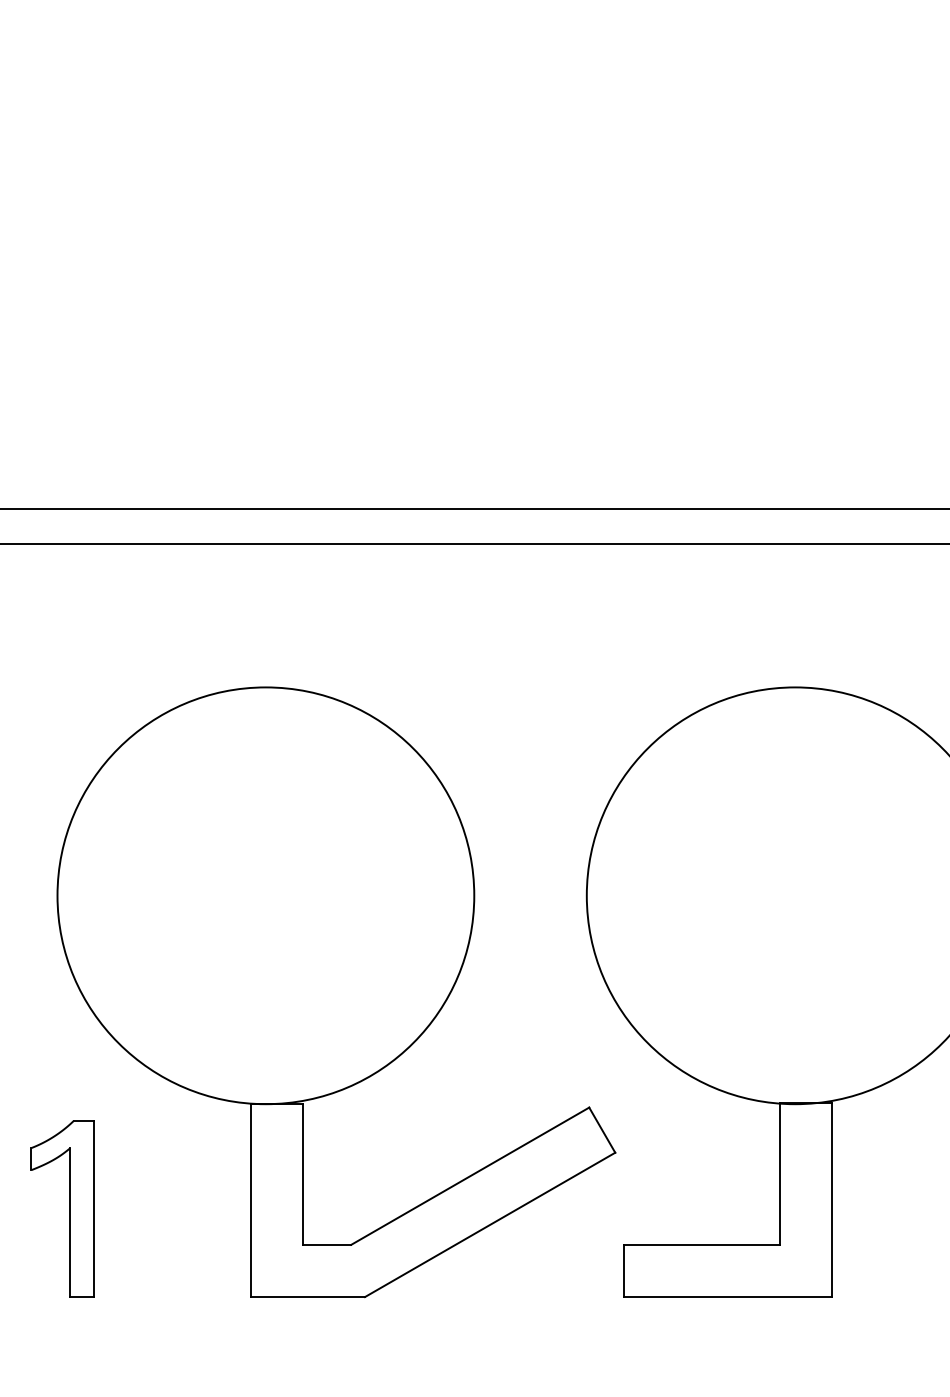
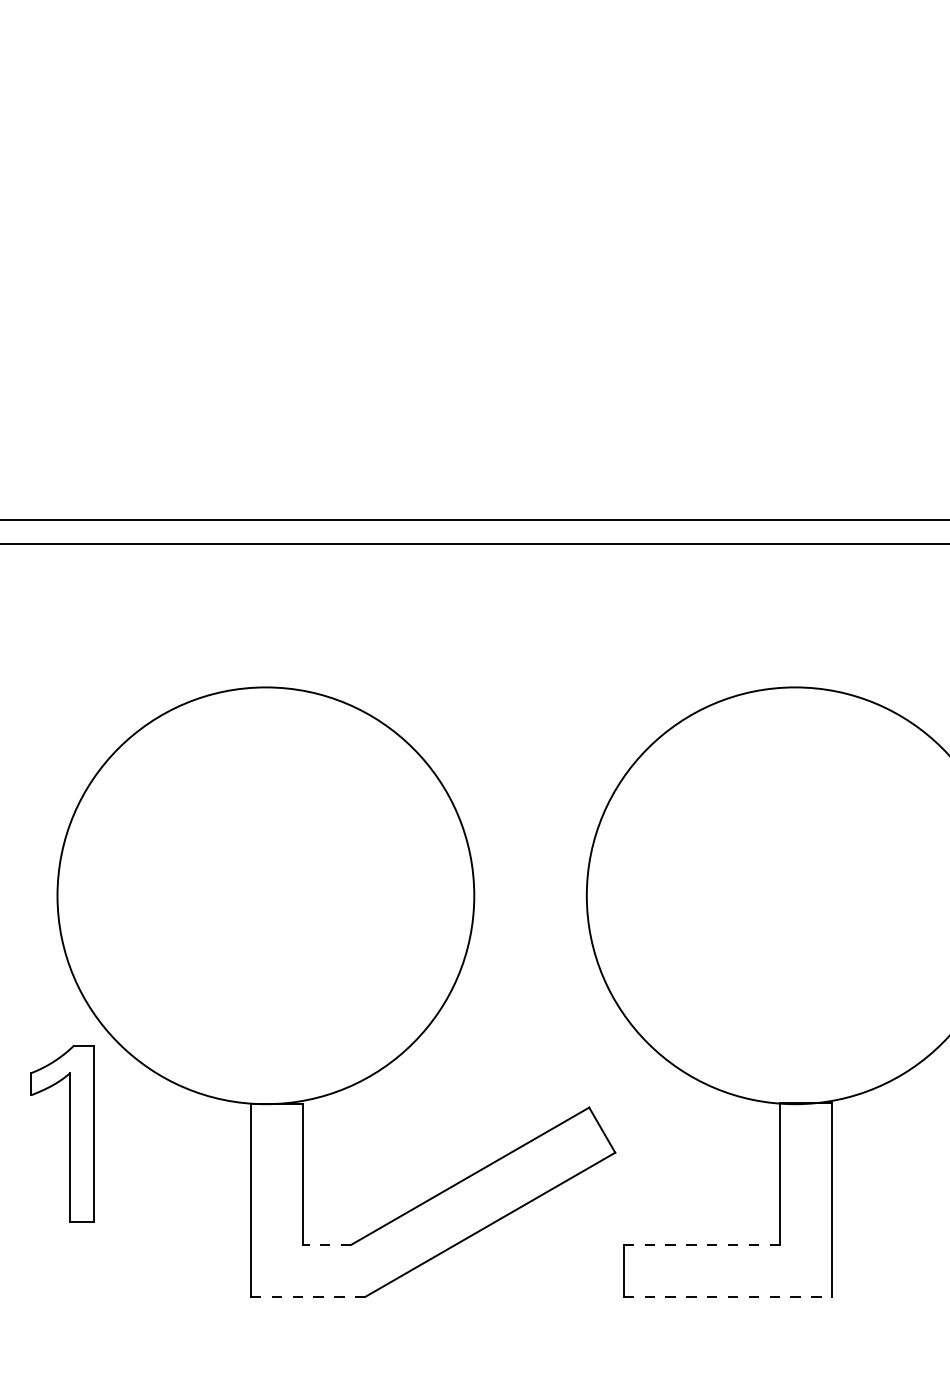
line at (474, 509) position: (474, 509) -> (474, 520)
part at (69, 1208) position: (69, 1208) -> (69, 1133)
line at (326, 1244): solid -> dashed
line at (701, 1244): solid -> dashed
line at (308, 1297): solid -> dashed
line at (728, 1297): solid -> dashed
